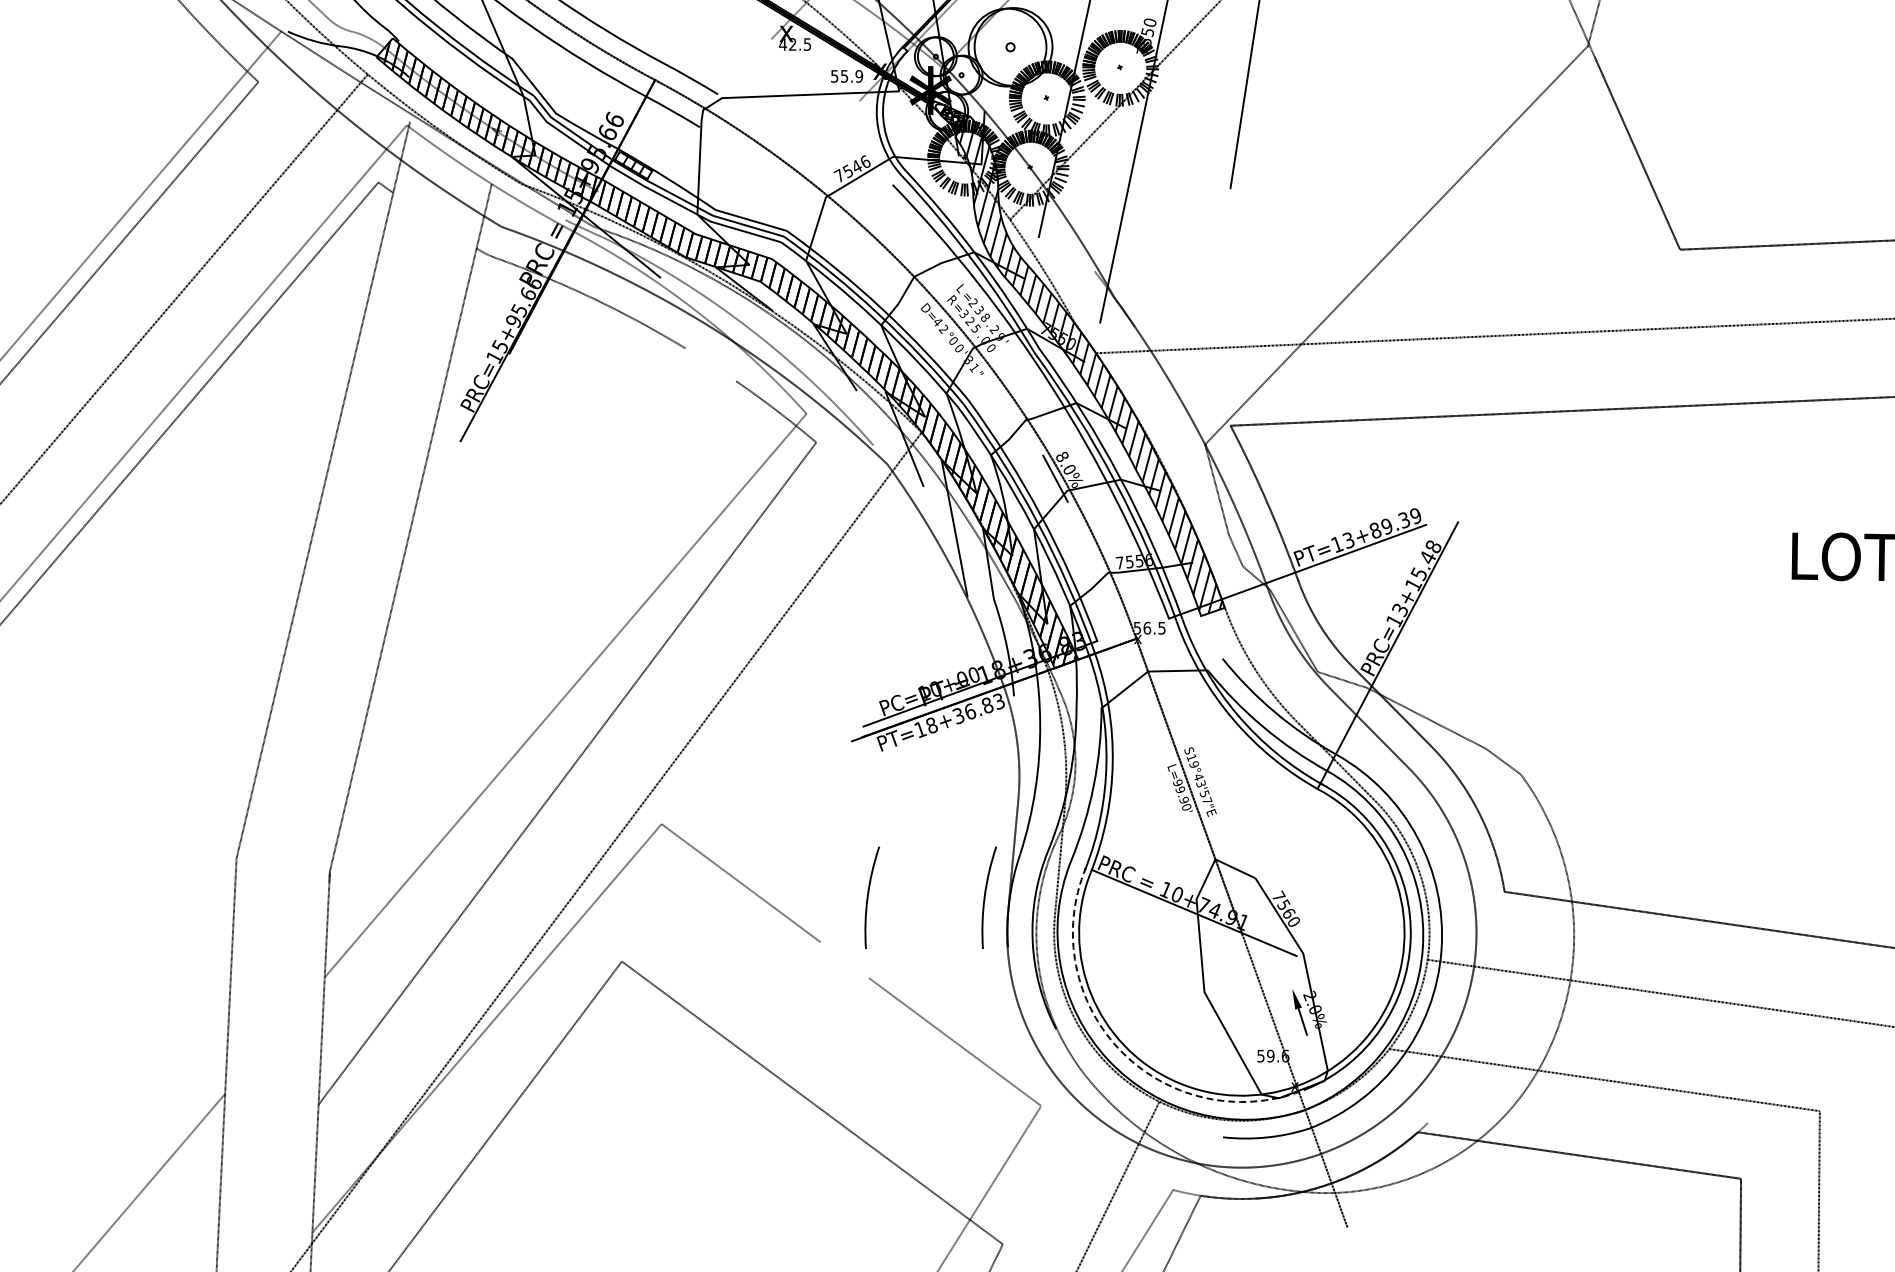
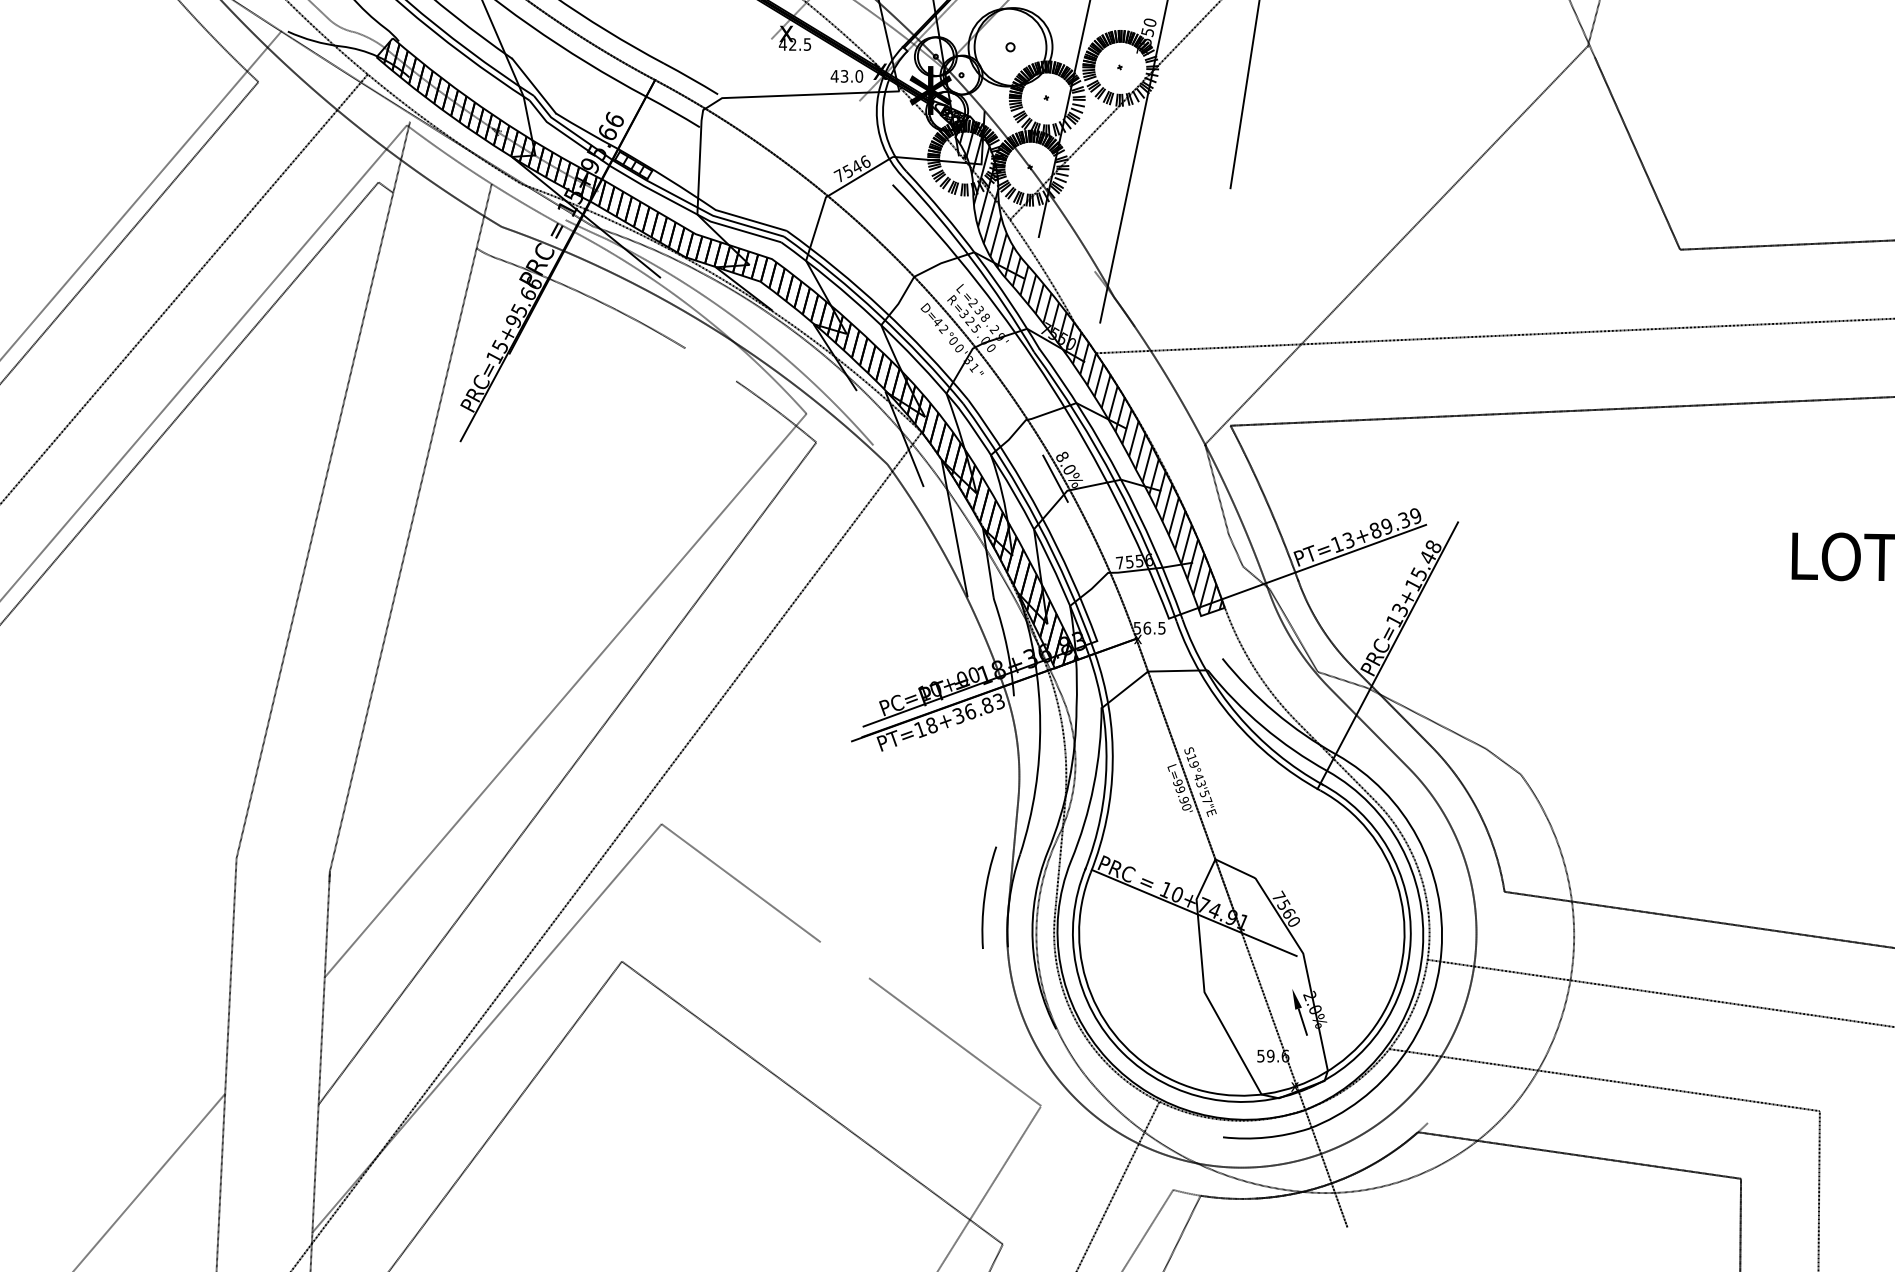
text at (846, 76): 55.9 -> 43.0
curve at (868, 897): present -> none
arc at (1122, 1052): dashed -> solid
